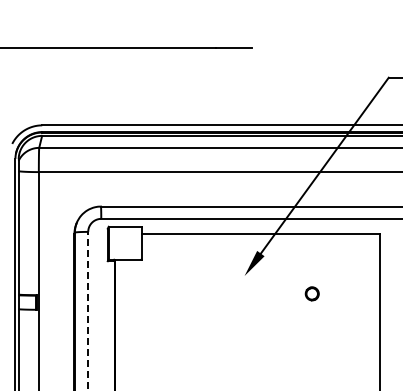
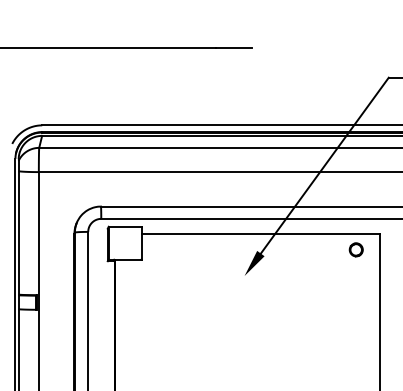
part at (311, 293) position: (311, 293) -> (355, 249)
line at (88, 310): dashed -> solid
